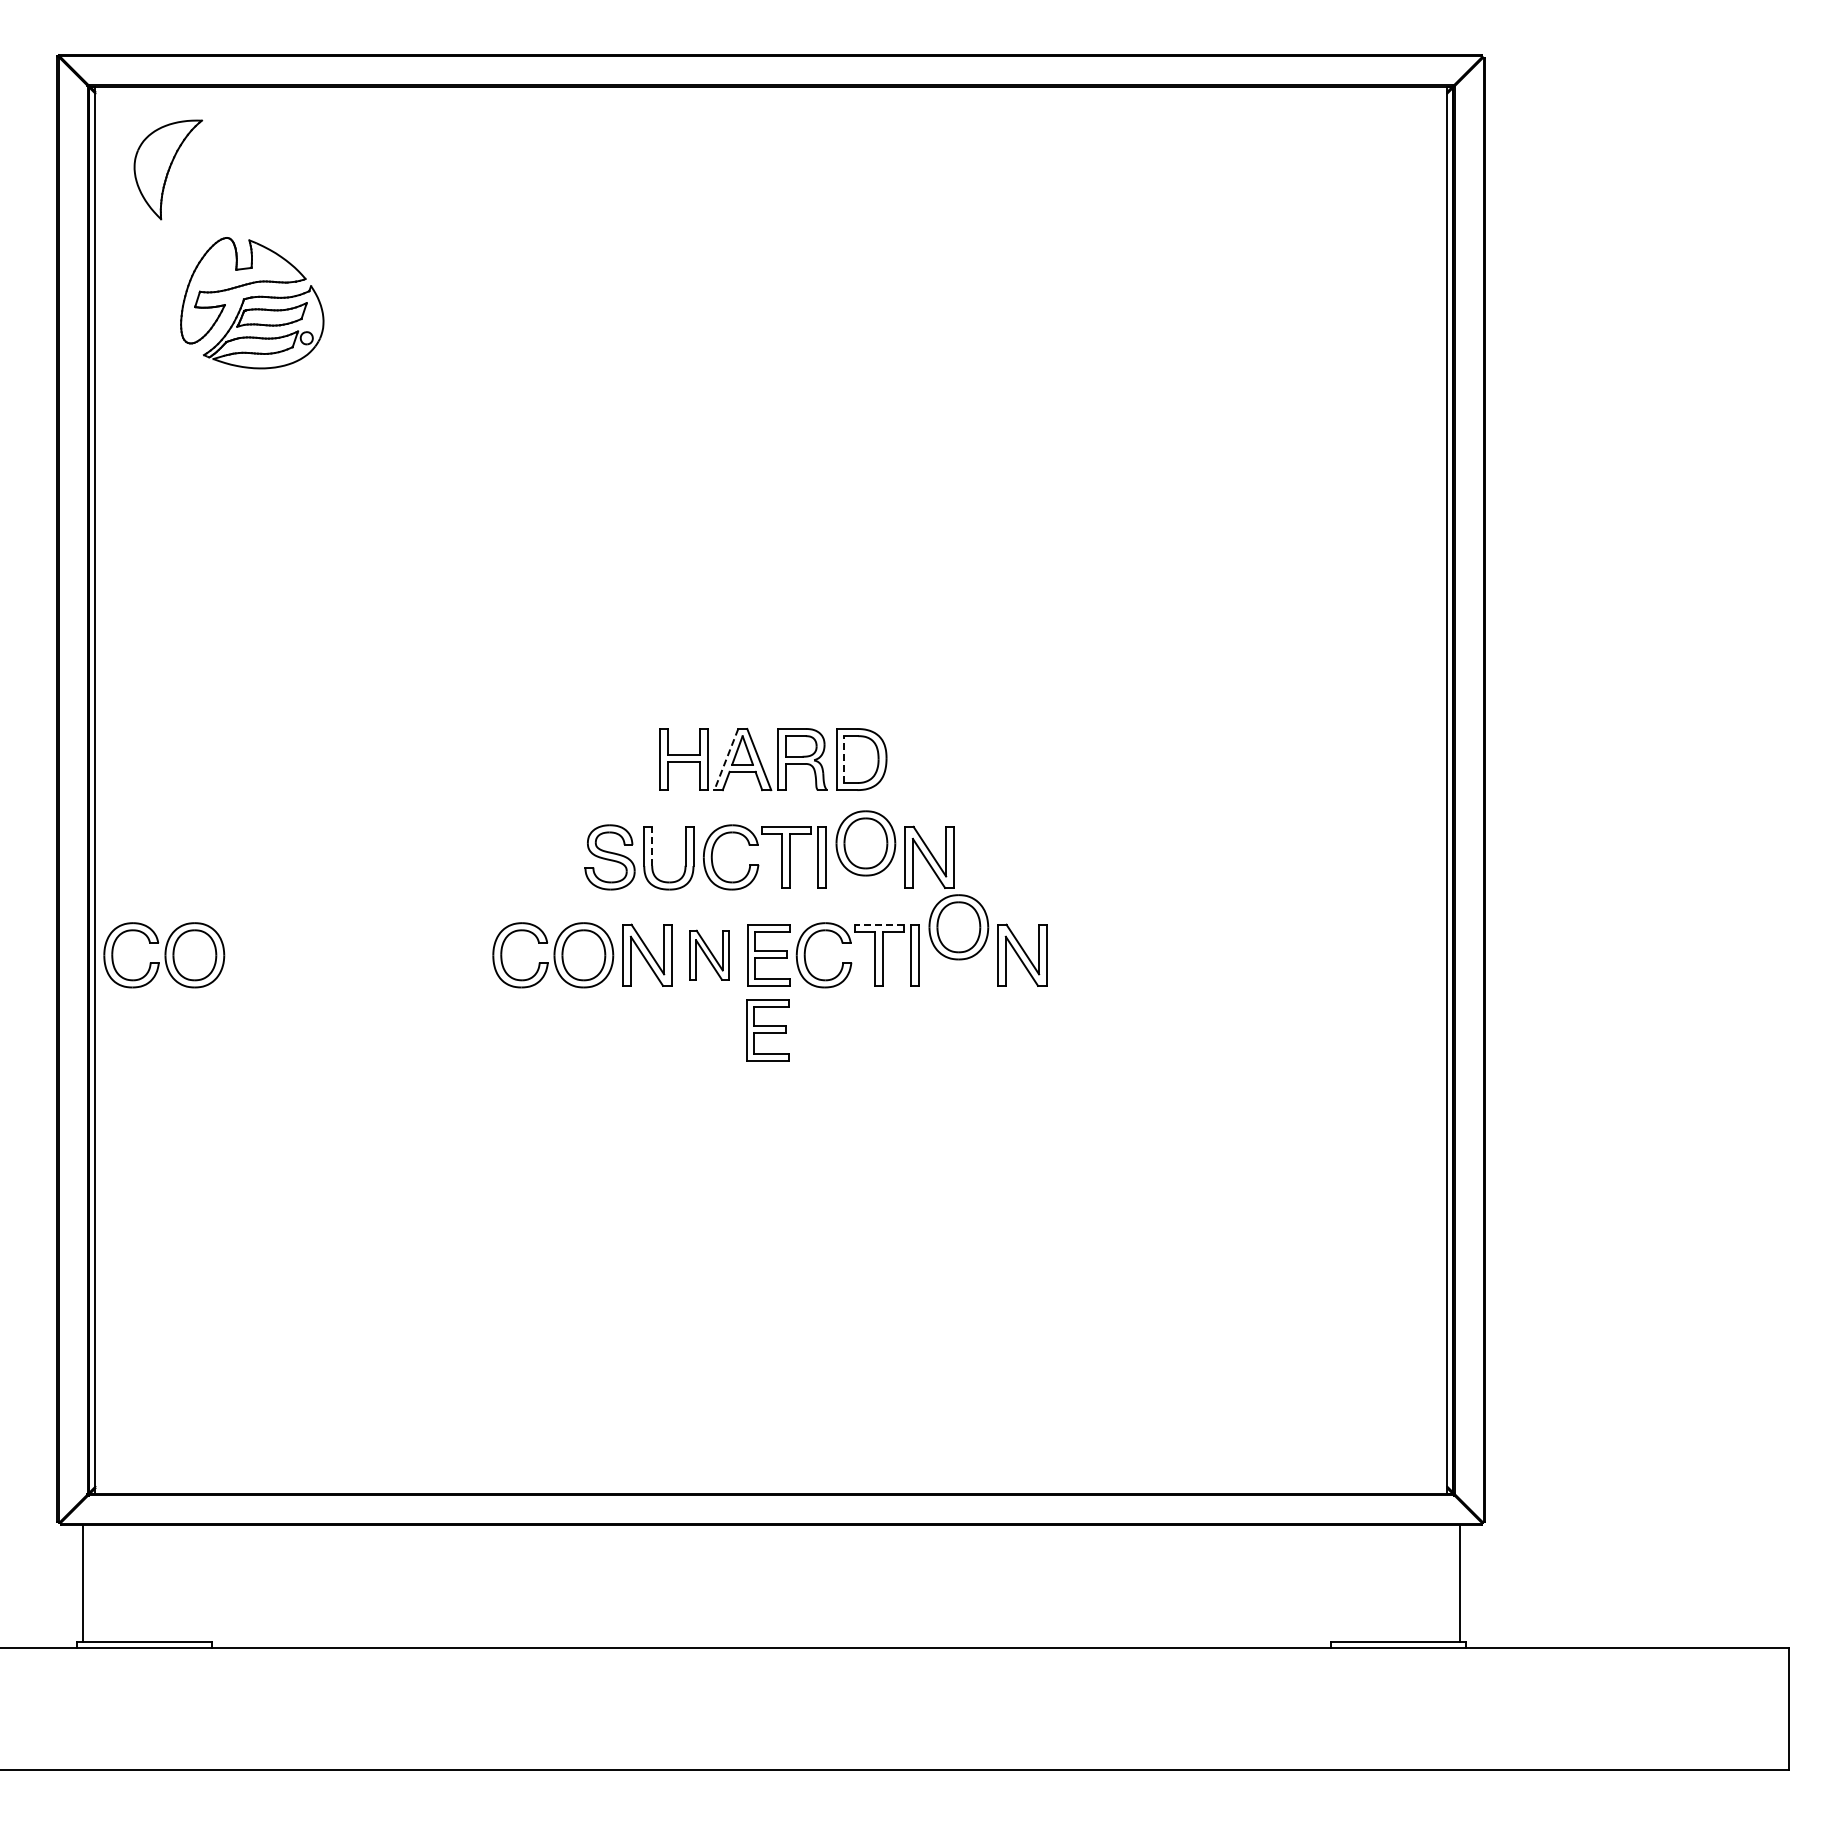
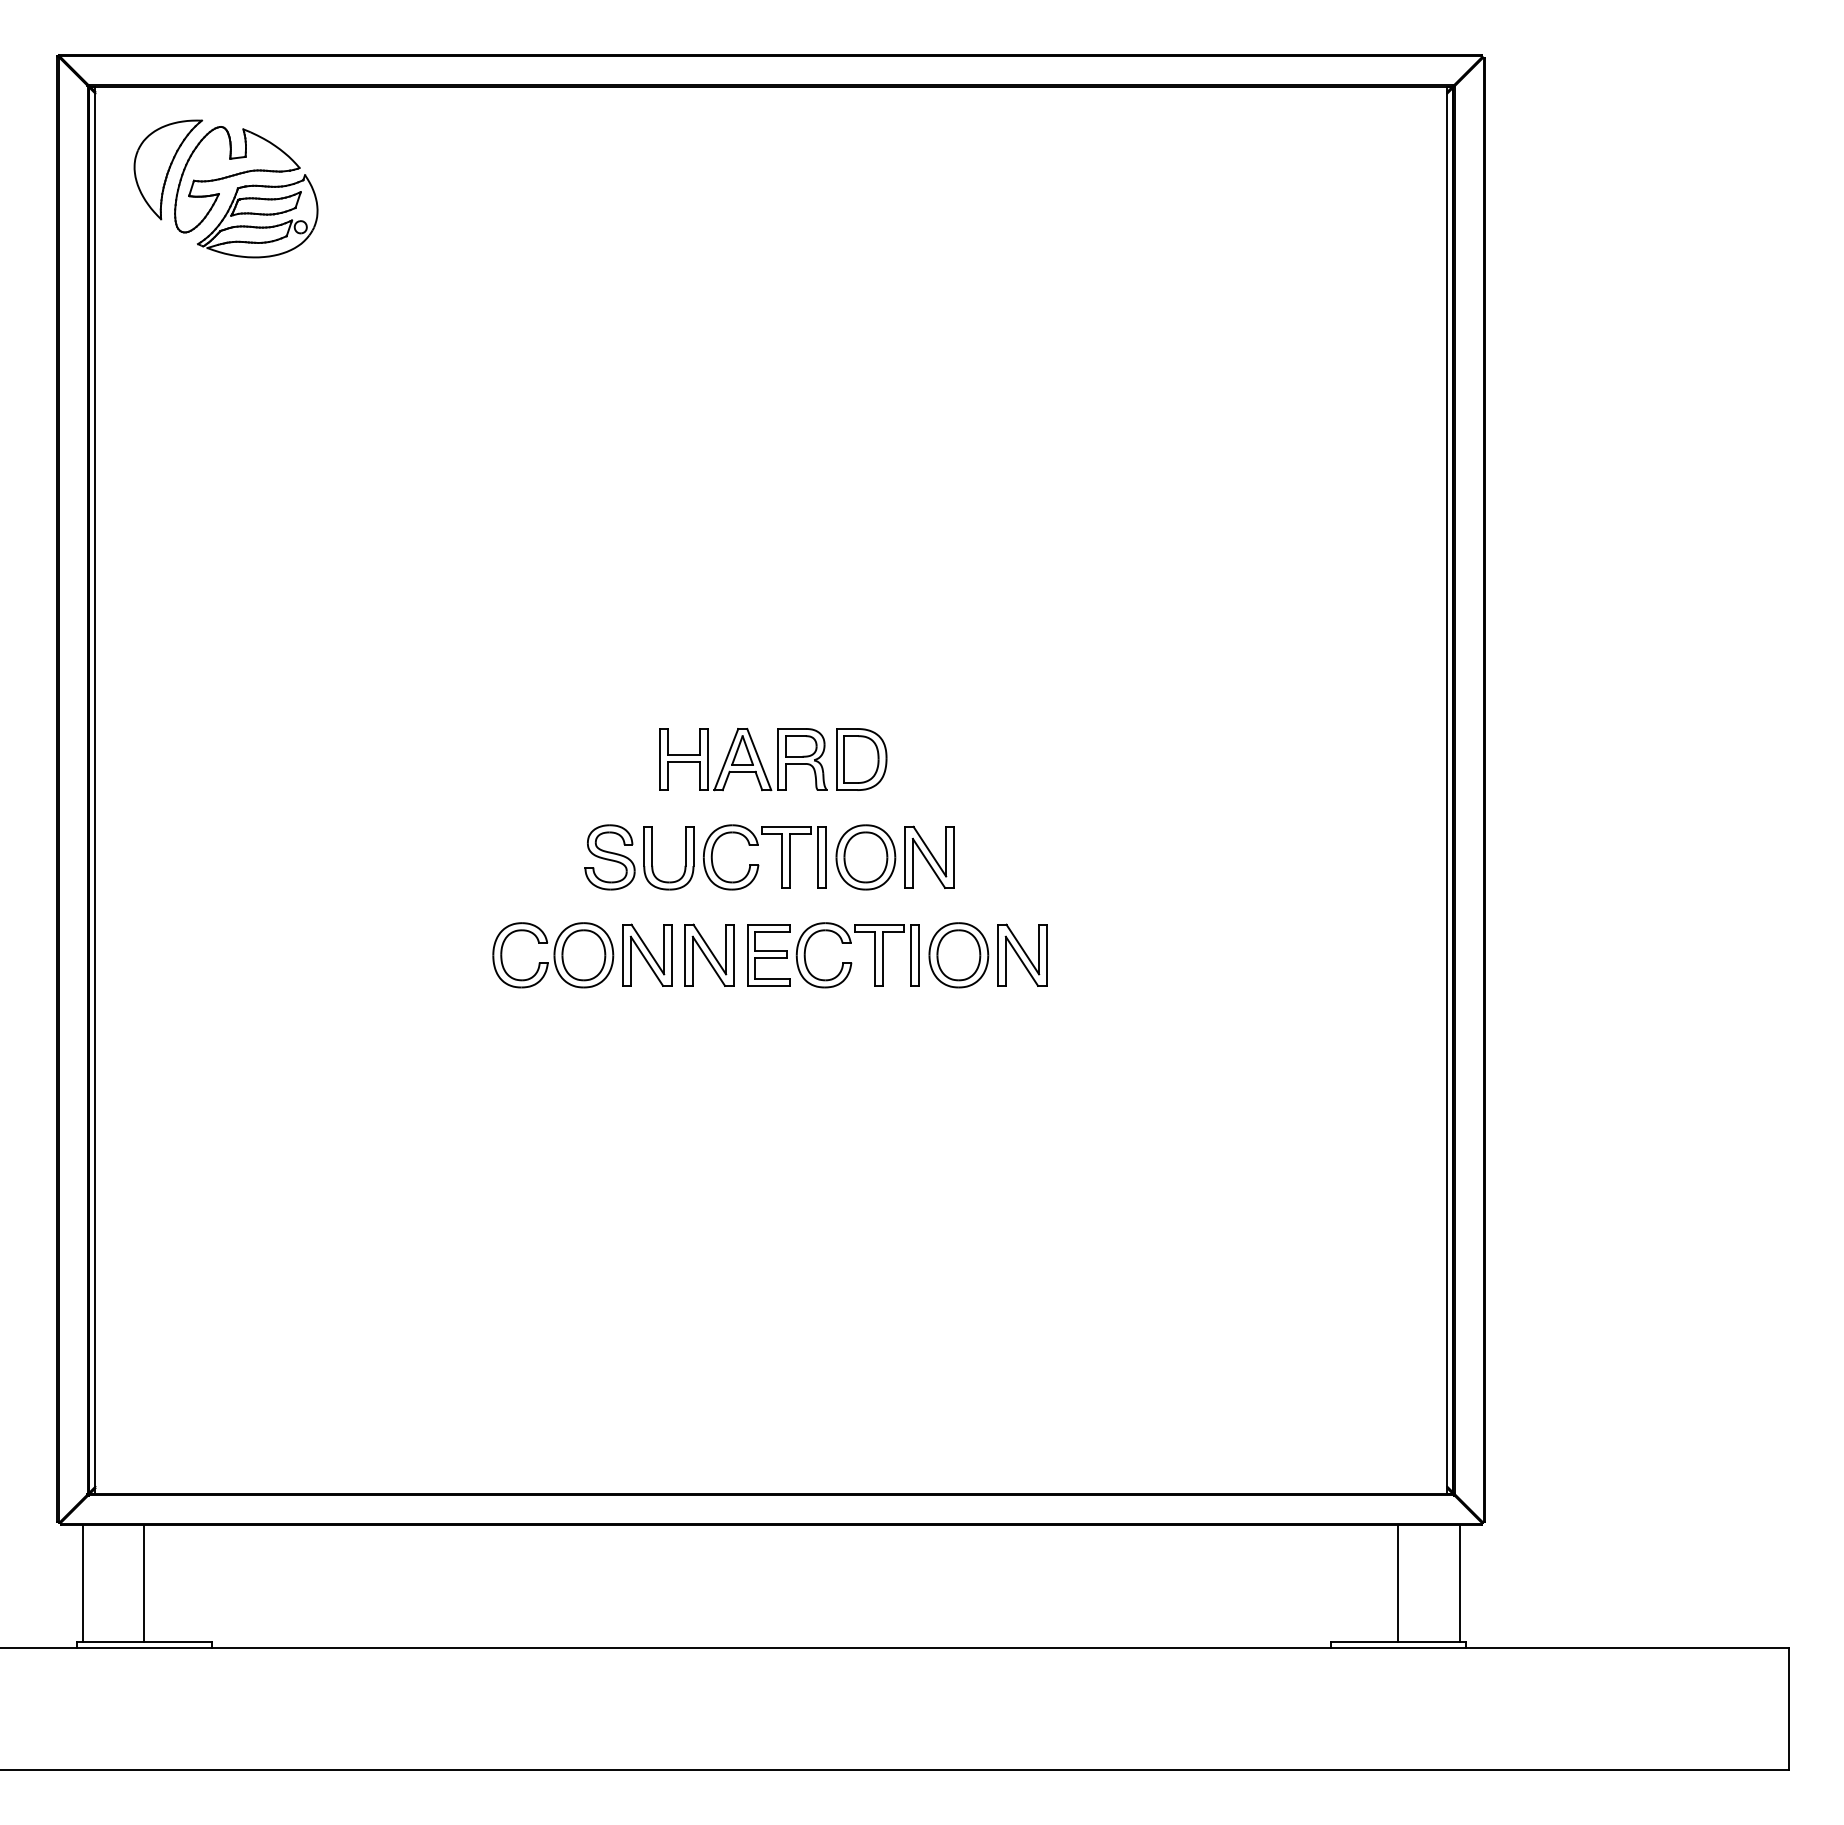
part at (252, 303) position: (252, 303) -> (246, 192)
line at (726, 759): dashed -> solid
line at (844, 759): dashed -> solid
part at (865, 843) position: (865, 843) -> (865, 857)
line at (652, 845): dashed -> solid
line at (878, 924): dashed -> solid
part at (958, 927) position: (958, 927) -> (958, 955)
part at (709, 954) size: 41x52 px -> 51x64 px
part at (164, 955): present -> none
part at (767, 1030): present -> none
line at (144, 1583): none -> present
line at (1398, 1583): none -> present
